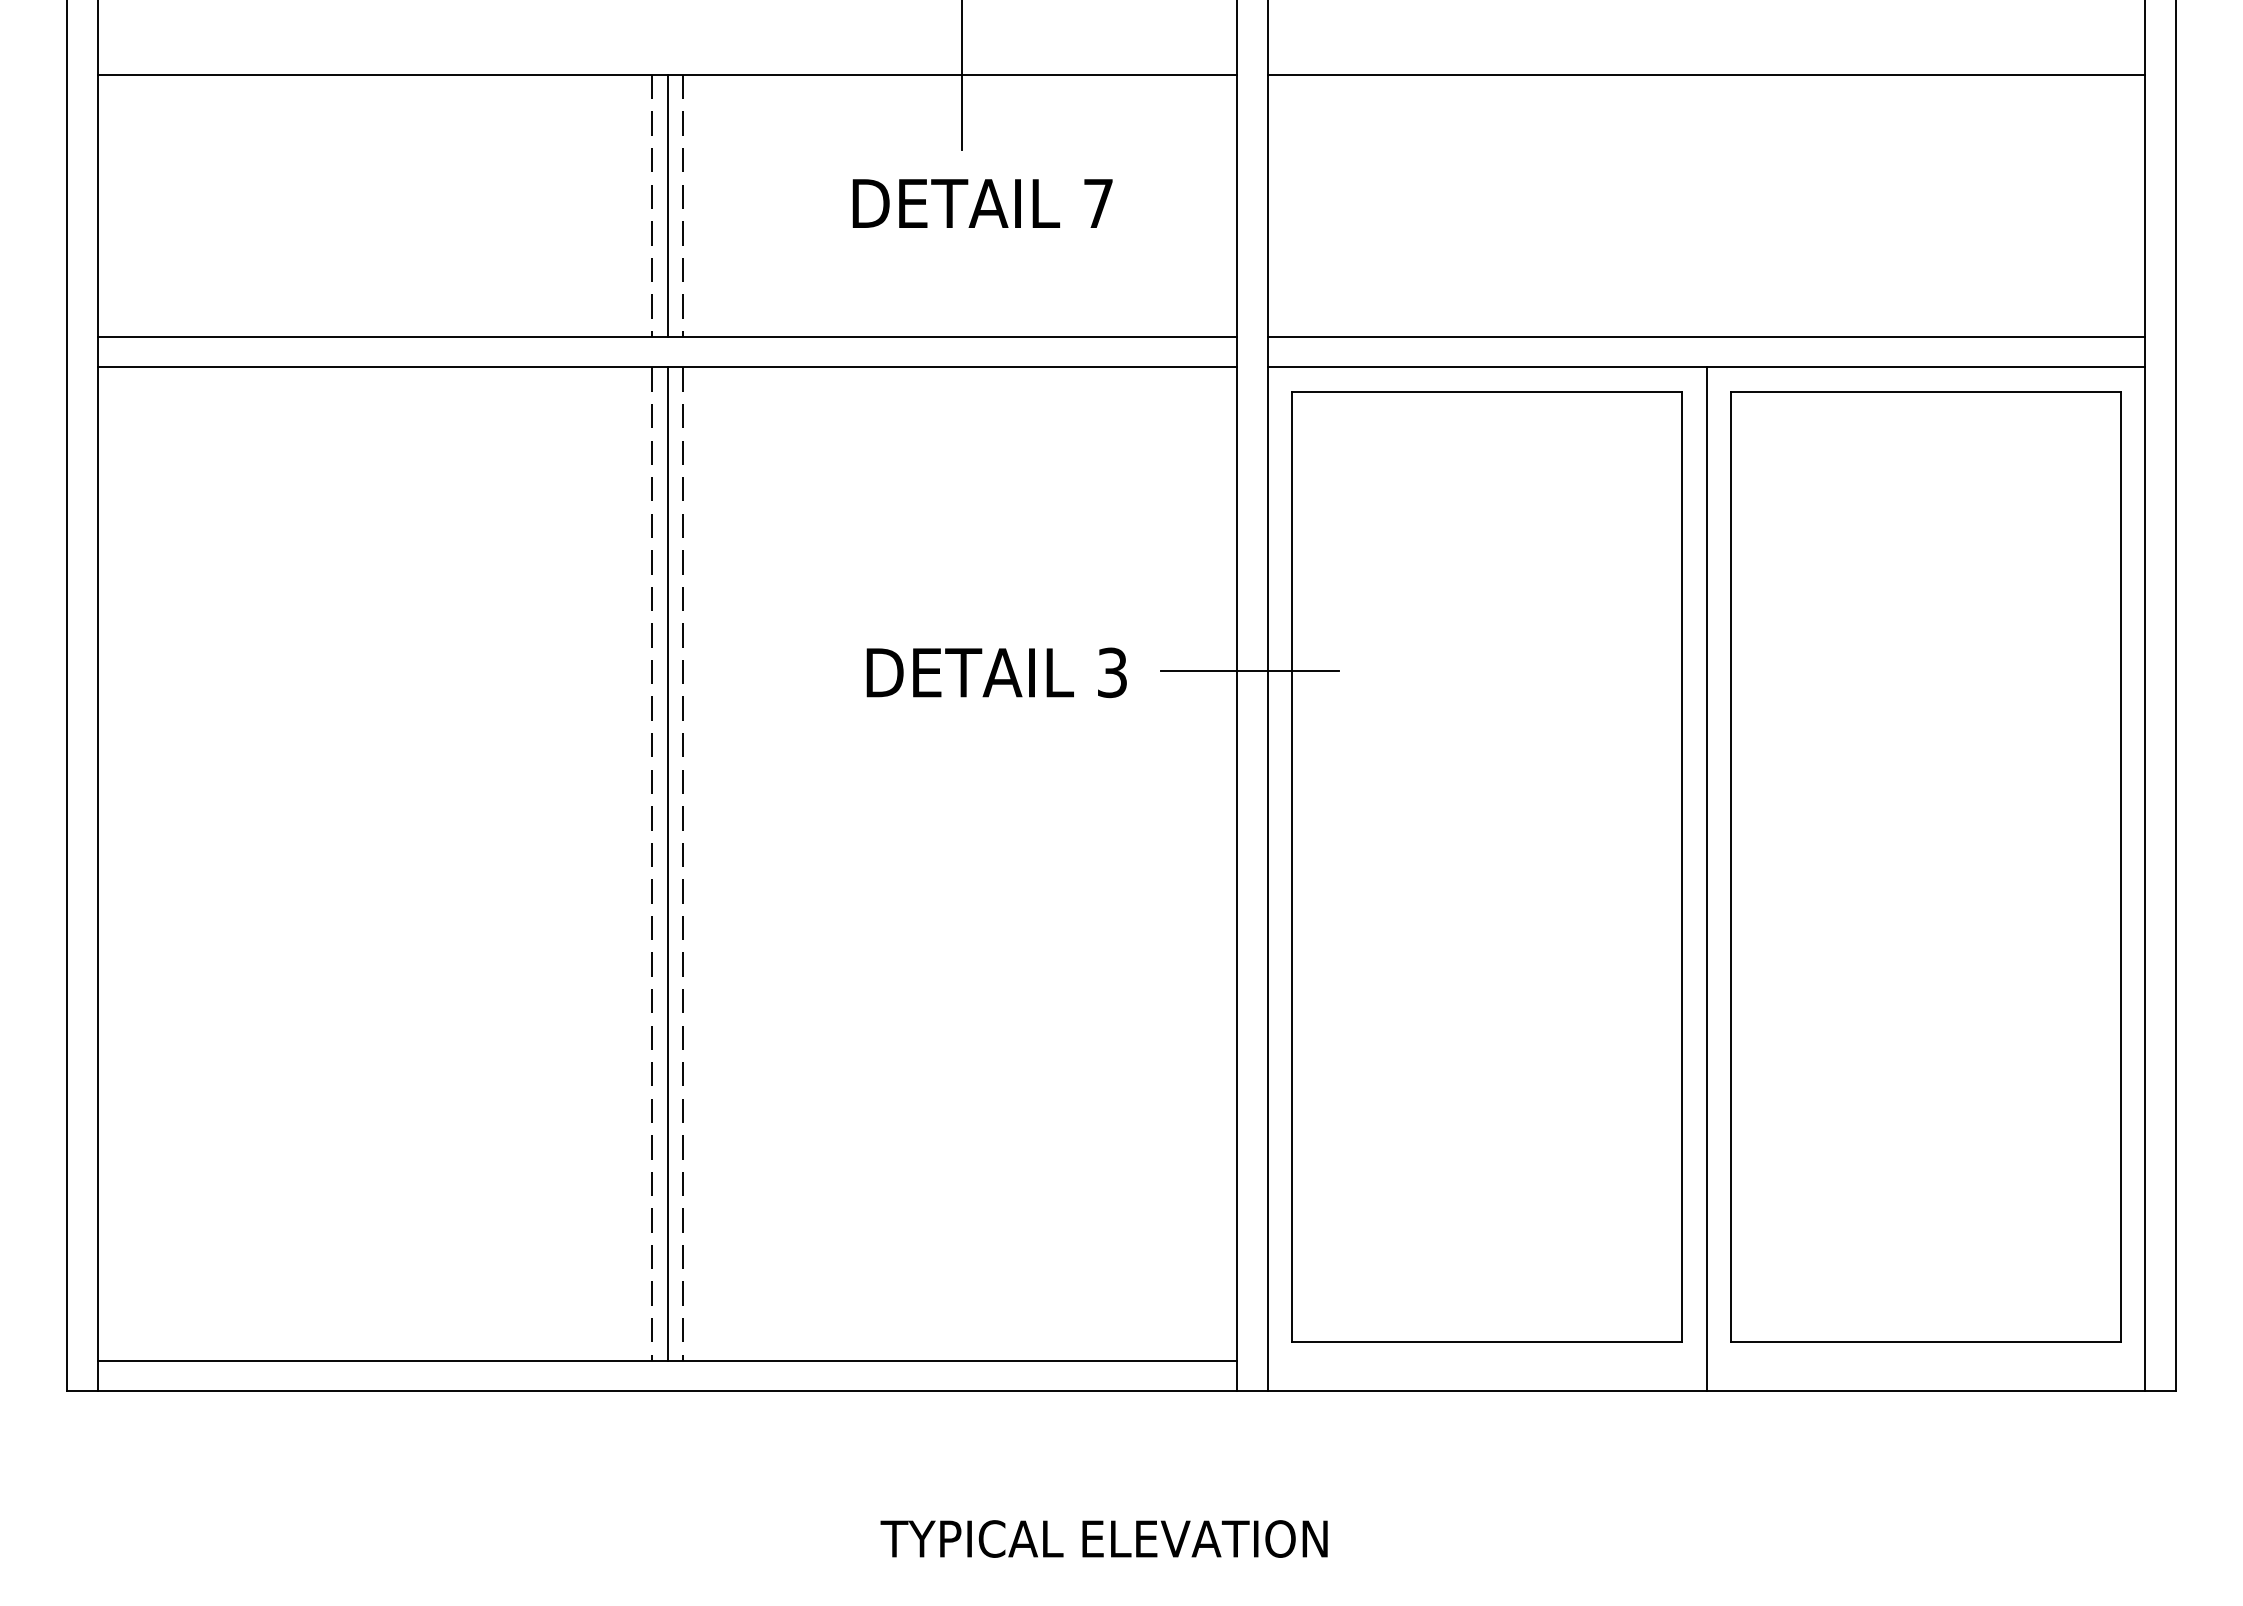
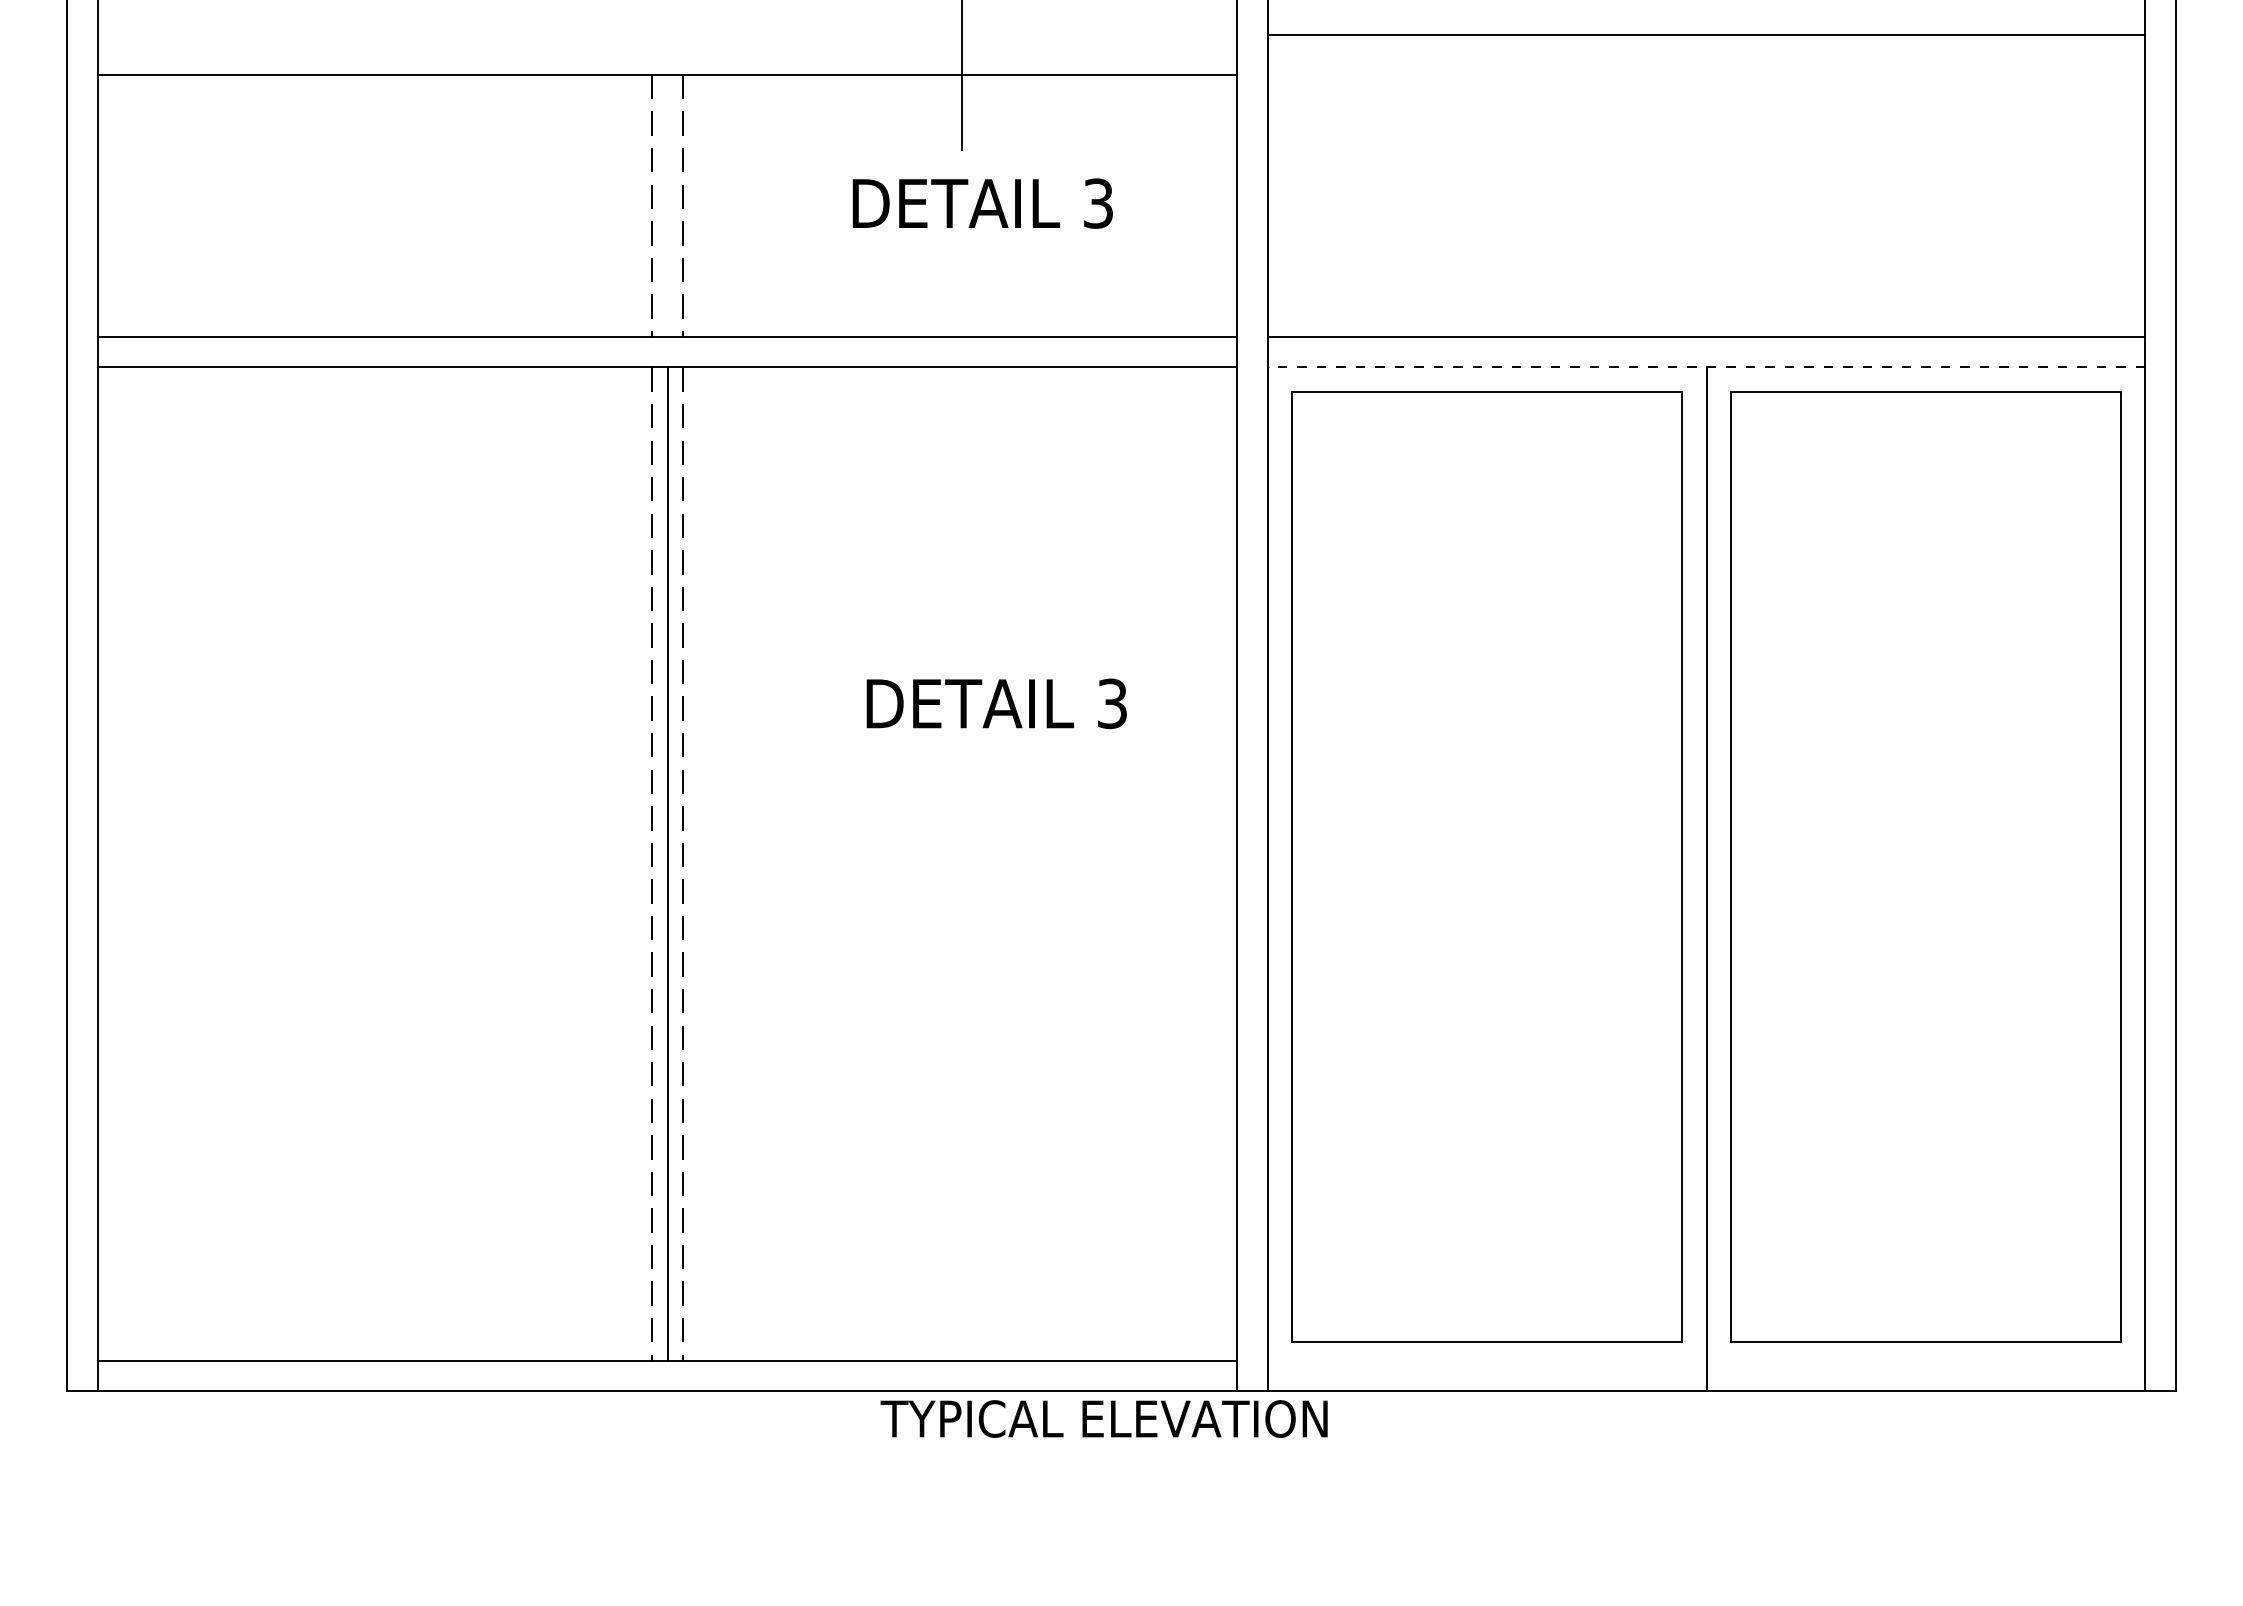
line at (1706, 74) position: (1706, 74) -> (1706, 34)
text at (1098, 203): 7 -> 3
line at (667, 205): present -> none
line at (1706, 367): solid -> dashed
line at (1249, 670): present -> none
text at (996, 672) position: (996, 672) -> (996, 703)
text at (1103, 1538) position: (1103, 1538) -> (1103, 1418)
